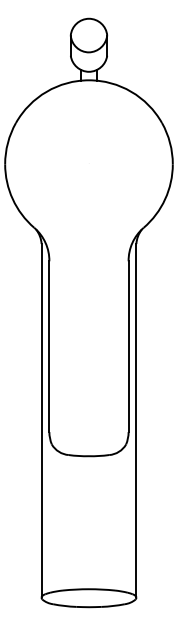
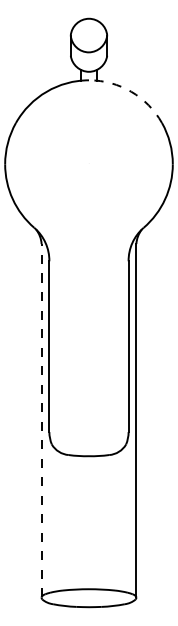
arc at (131, 91): solid -> dashed
line at (41, 420): solid -> dashed
